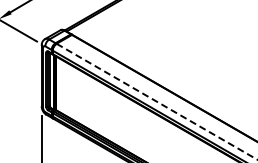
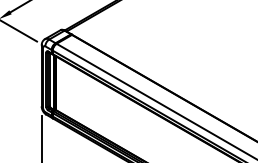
line at (156, 101): dashed -> solid
